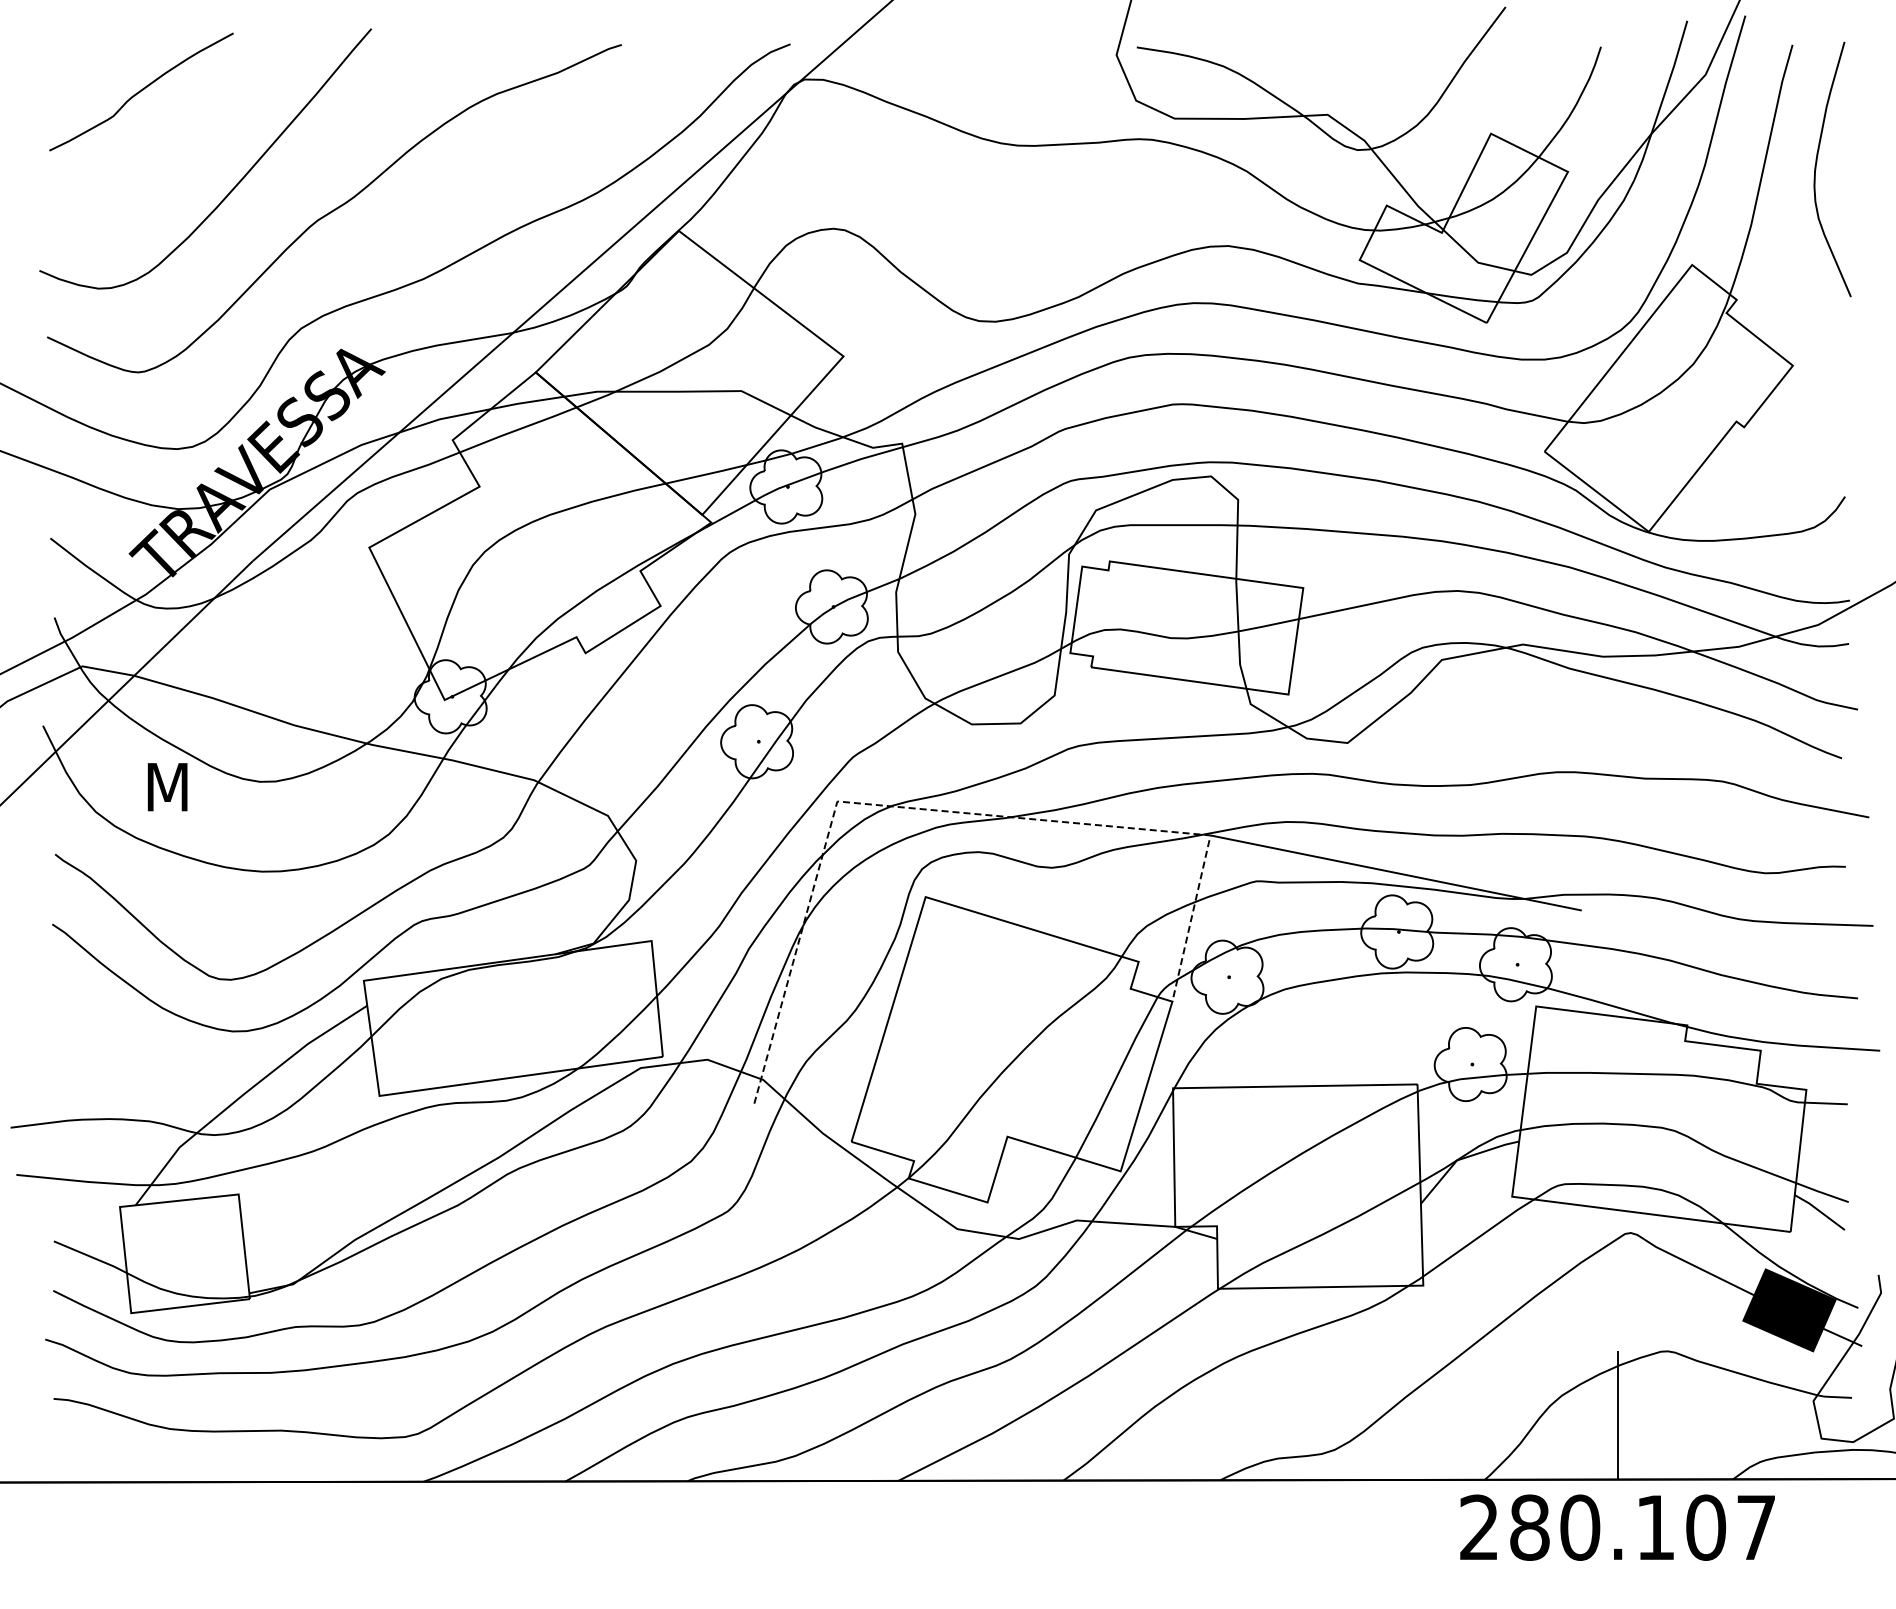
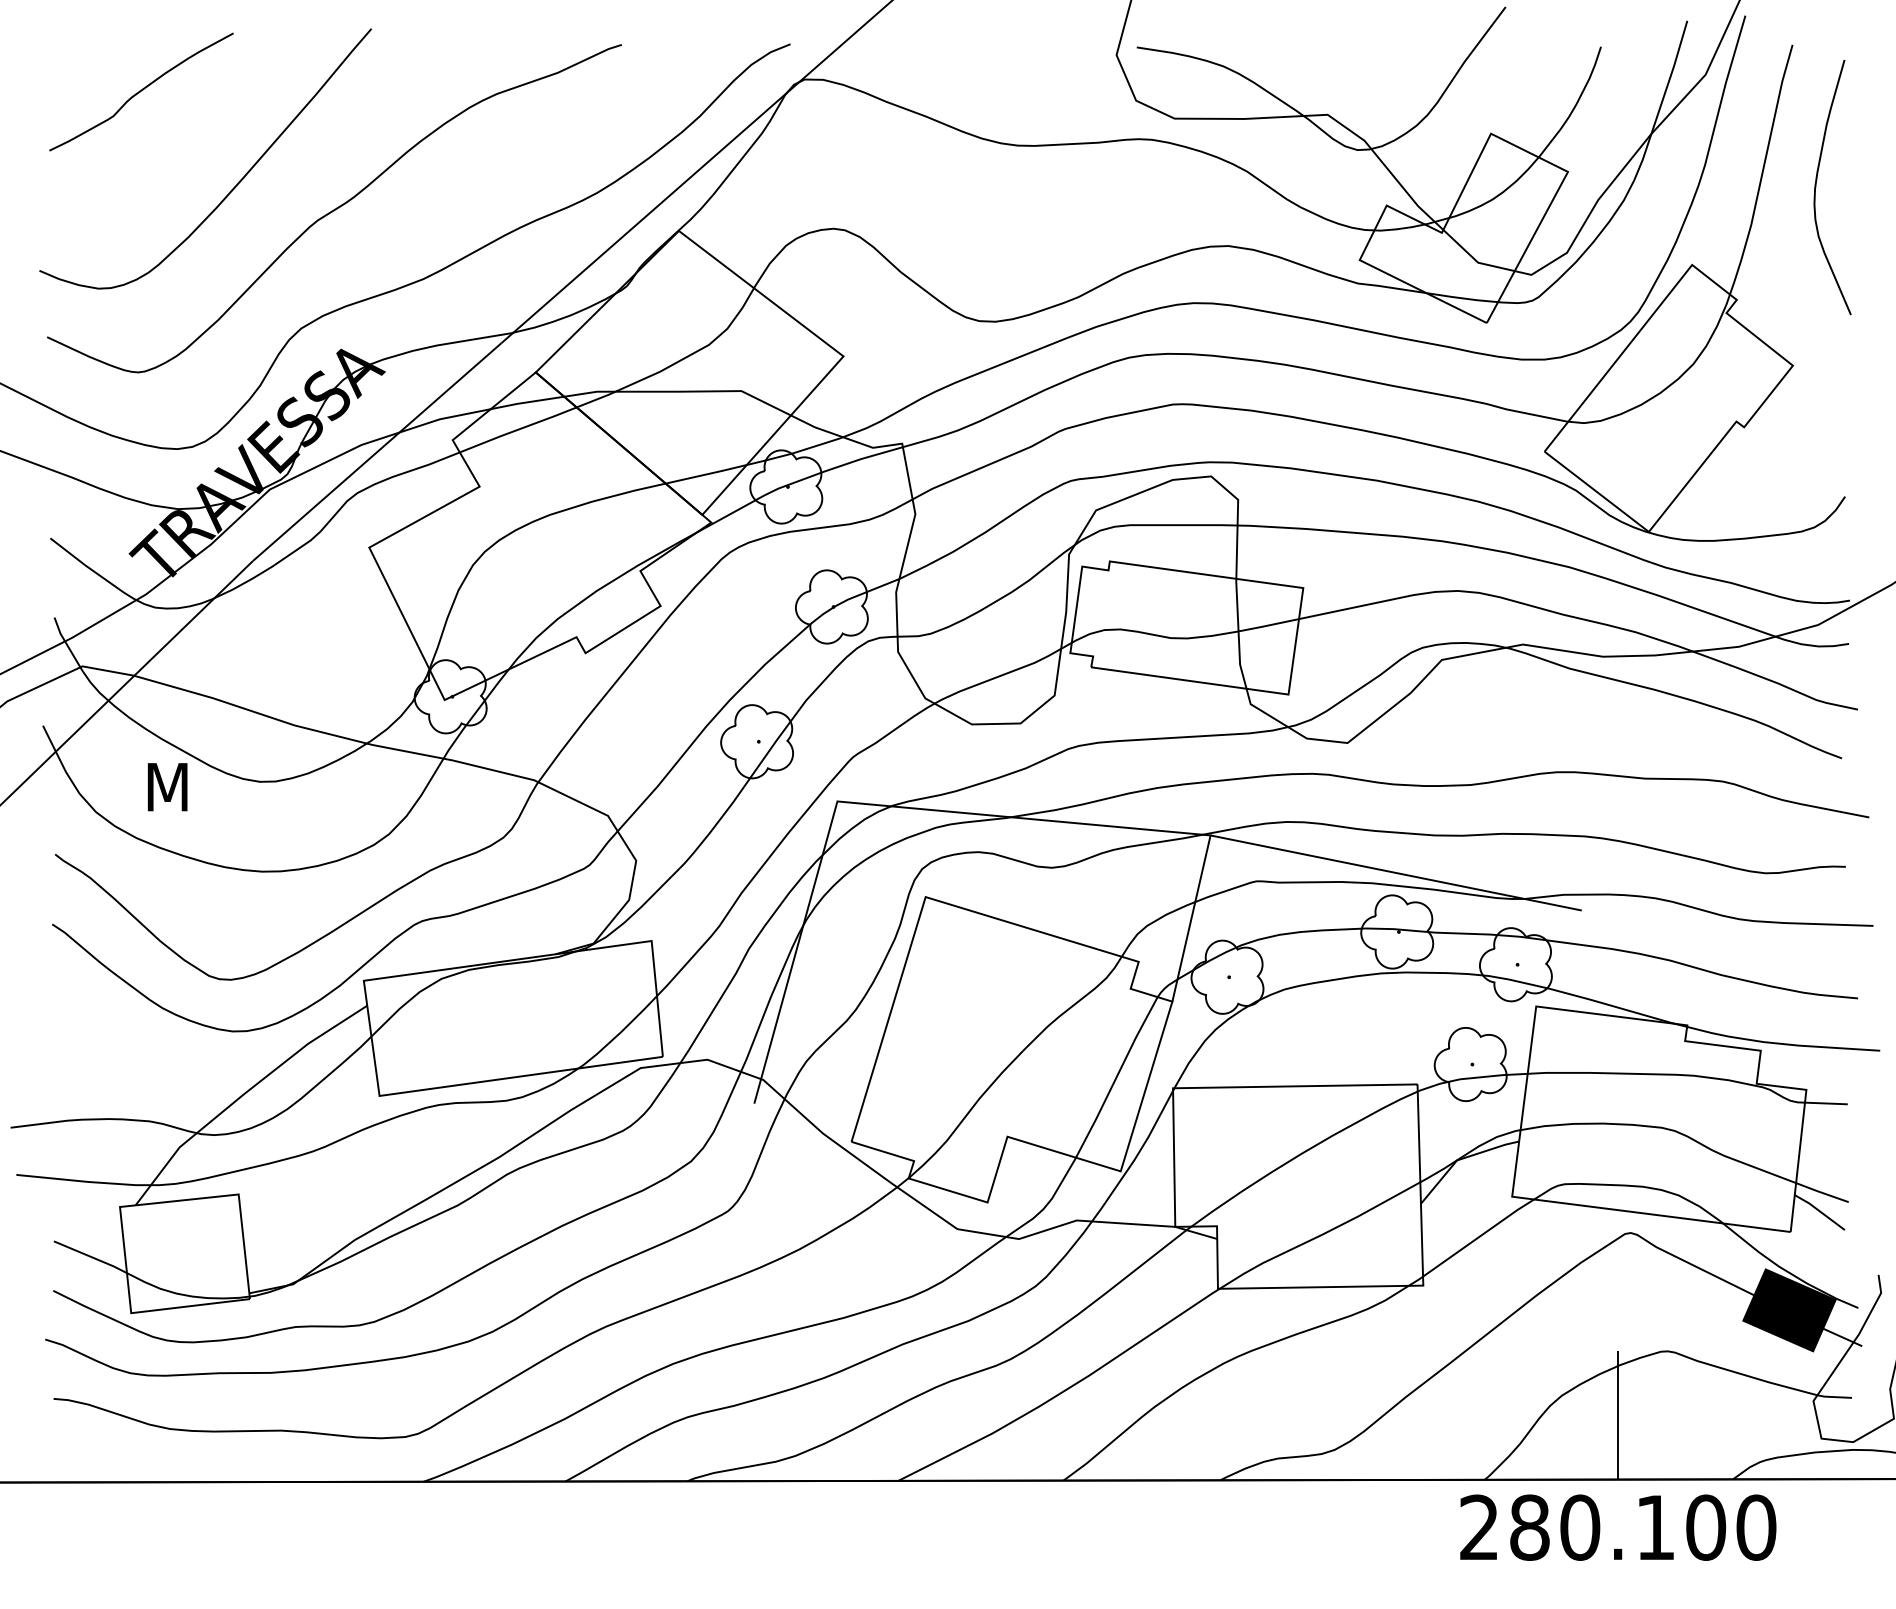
curve at (1816, 169) position: (1816, 169) -> (1816, 187)
line at (952, 811): dashed -> solid
text at (1756, 1527): 280.107 -> 280.100
